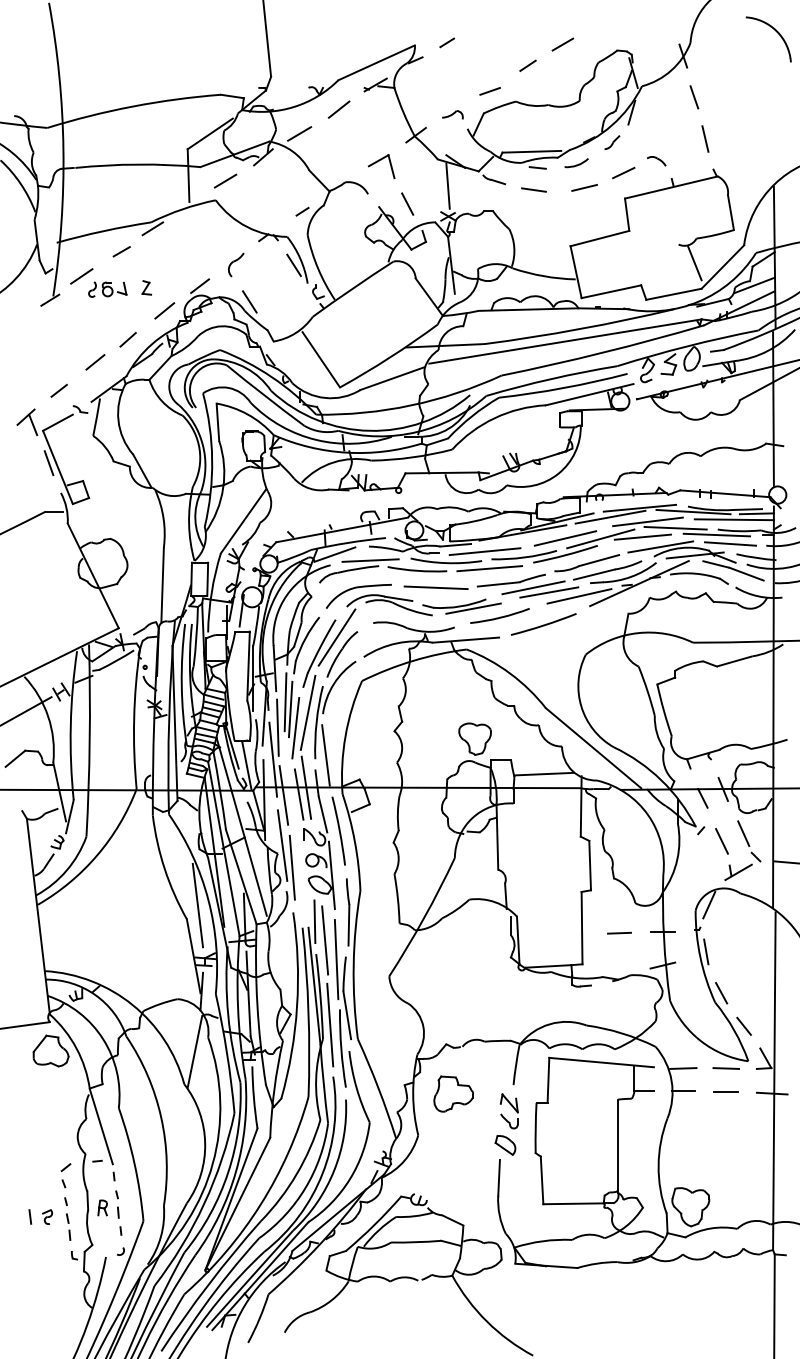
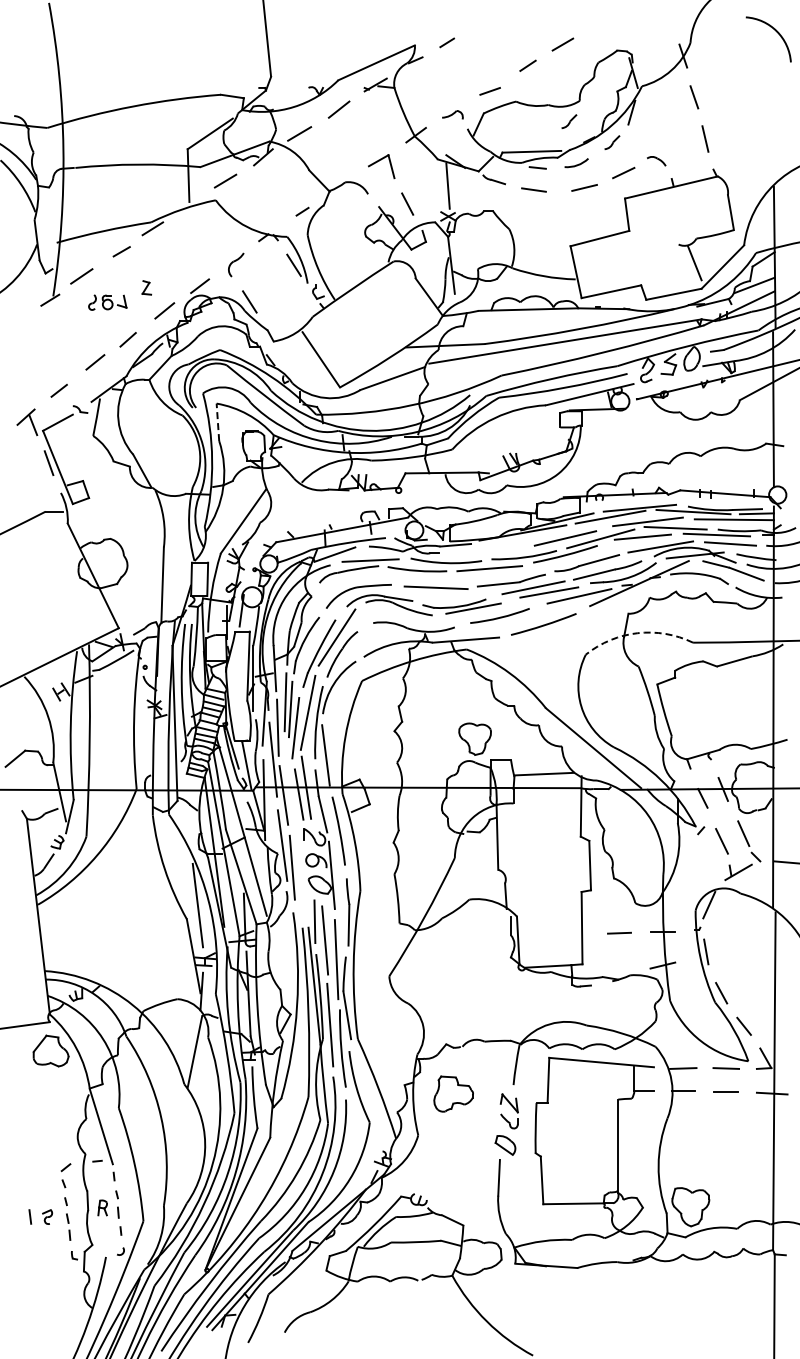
part at (569, 121): none -> present
part at (107, 289) position: (107, 289) -> (107, 302)
line at (217, 422): solid -> dashed
line at (484, 551): present -> none
arc at (637, 633): solid -> dashed
line at (26, 710): present -> none
